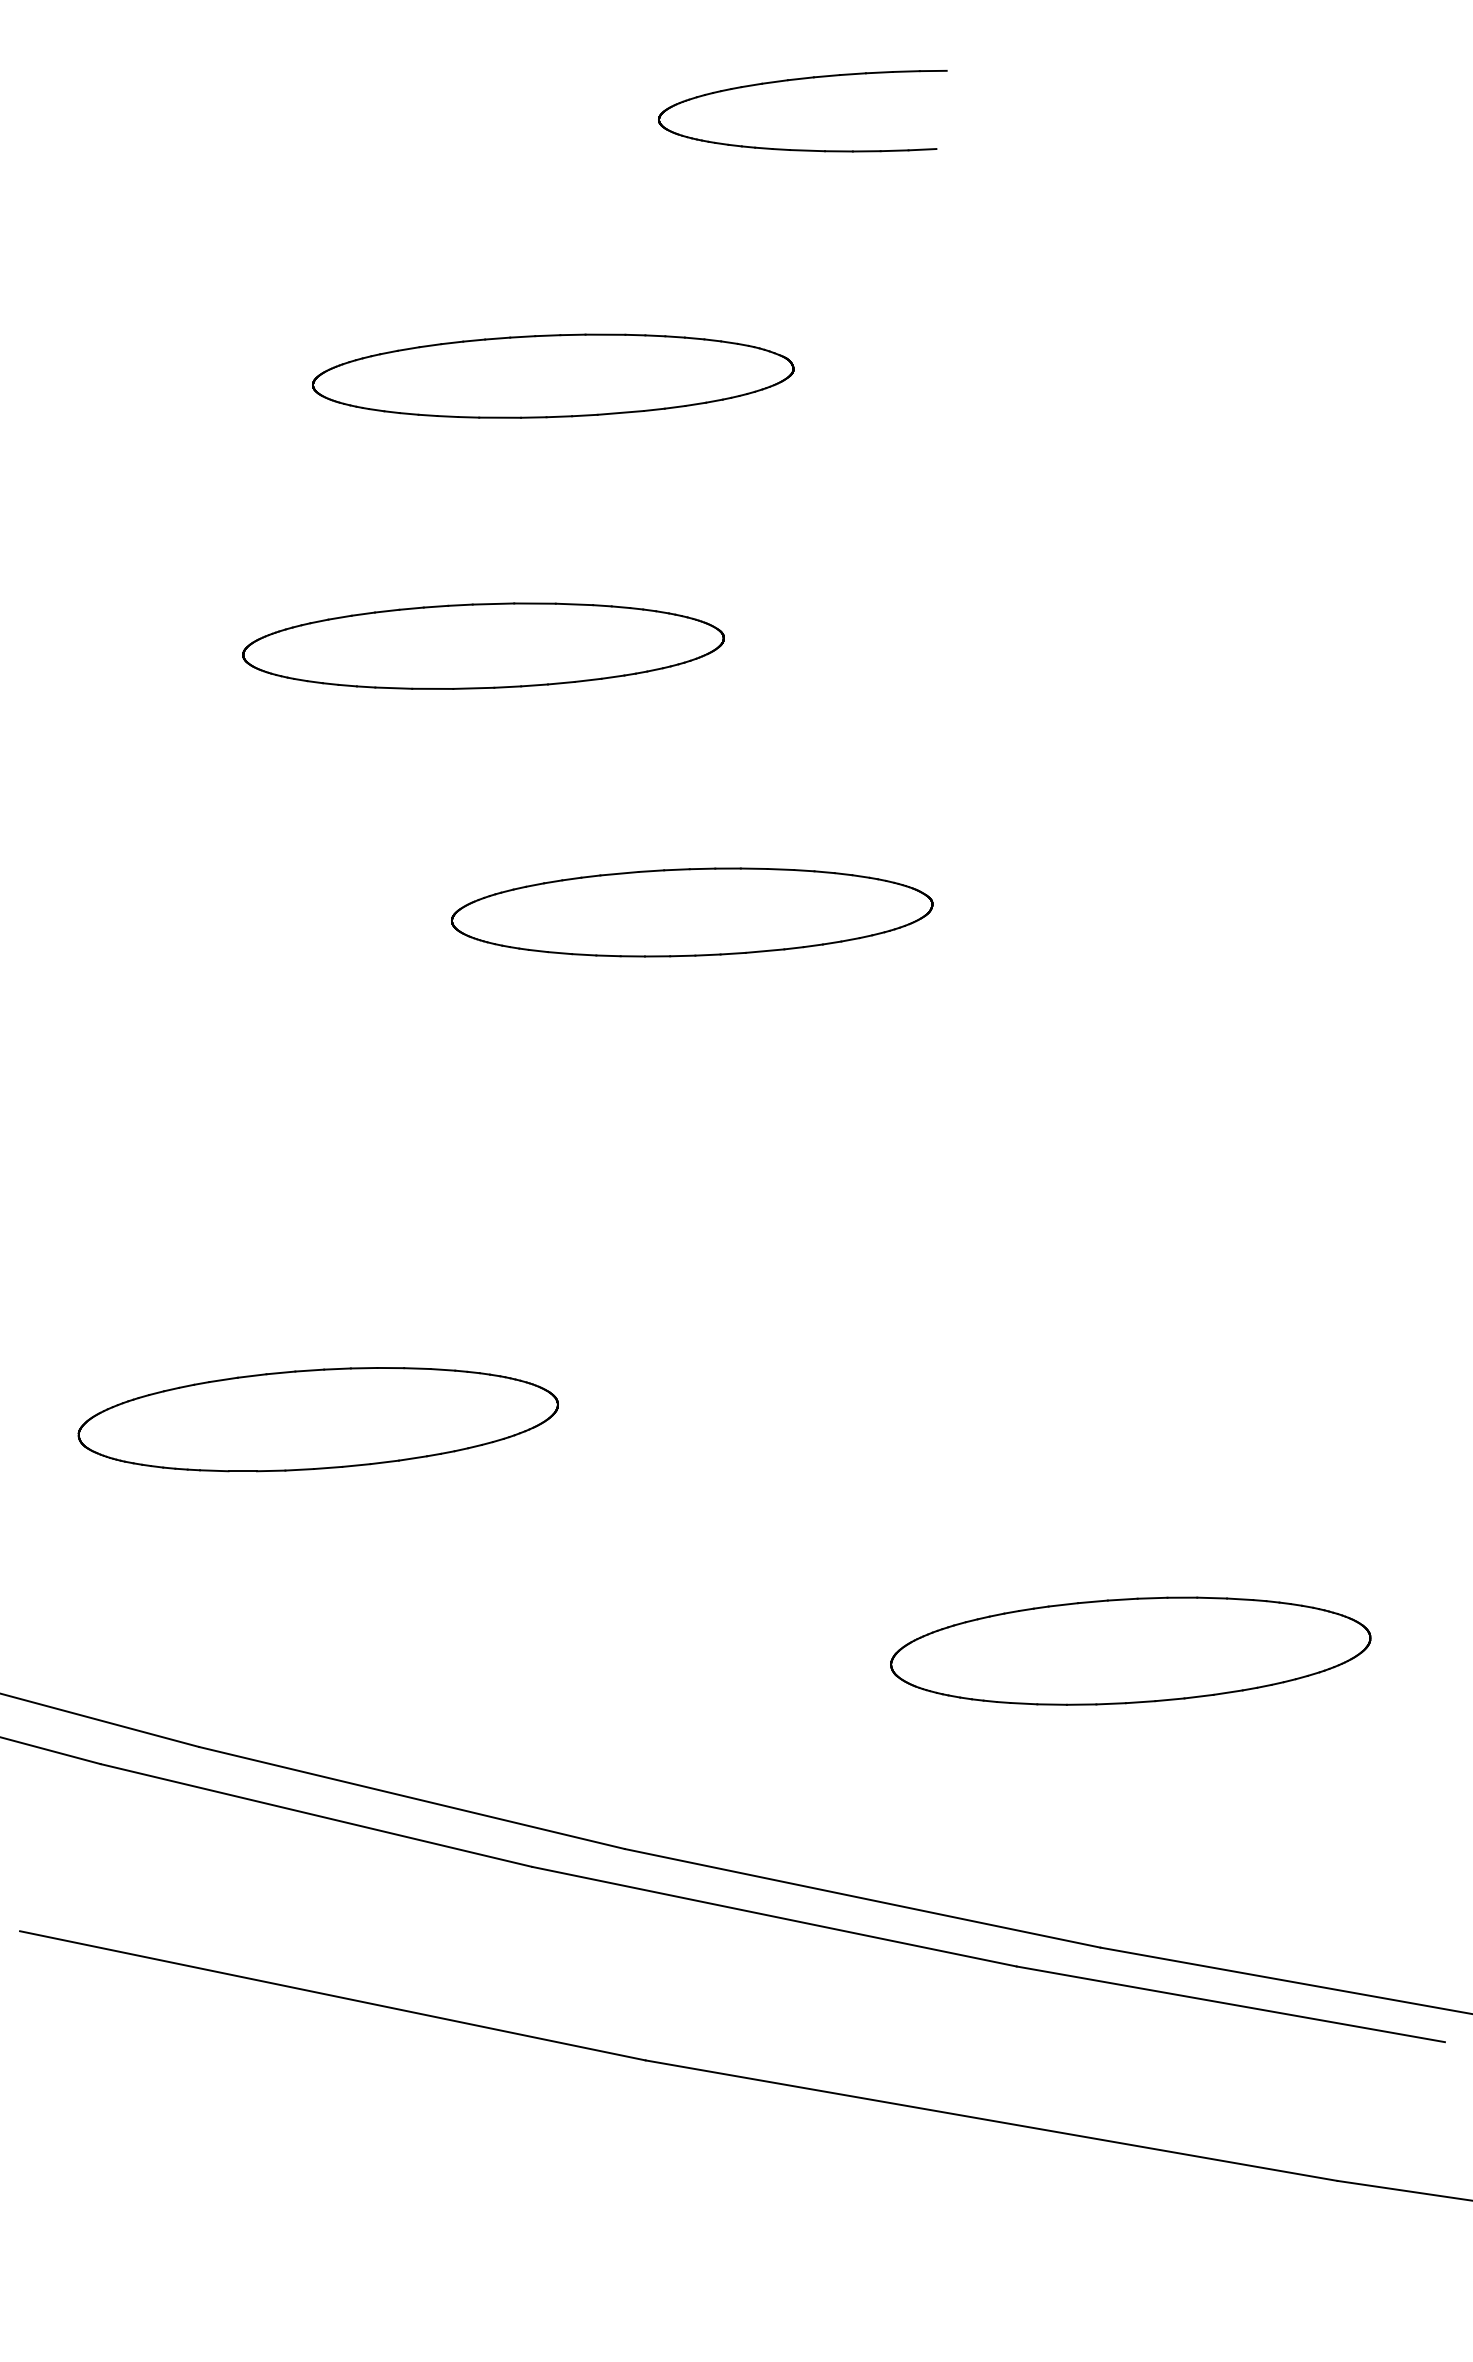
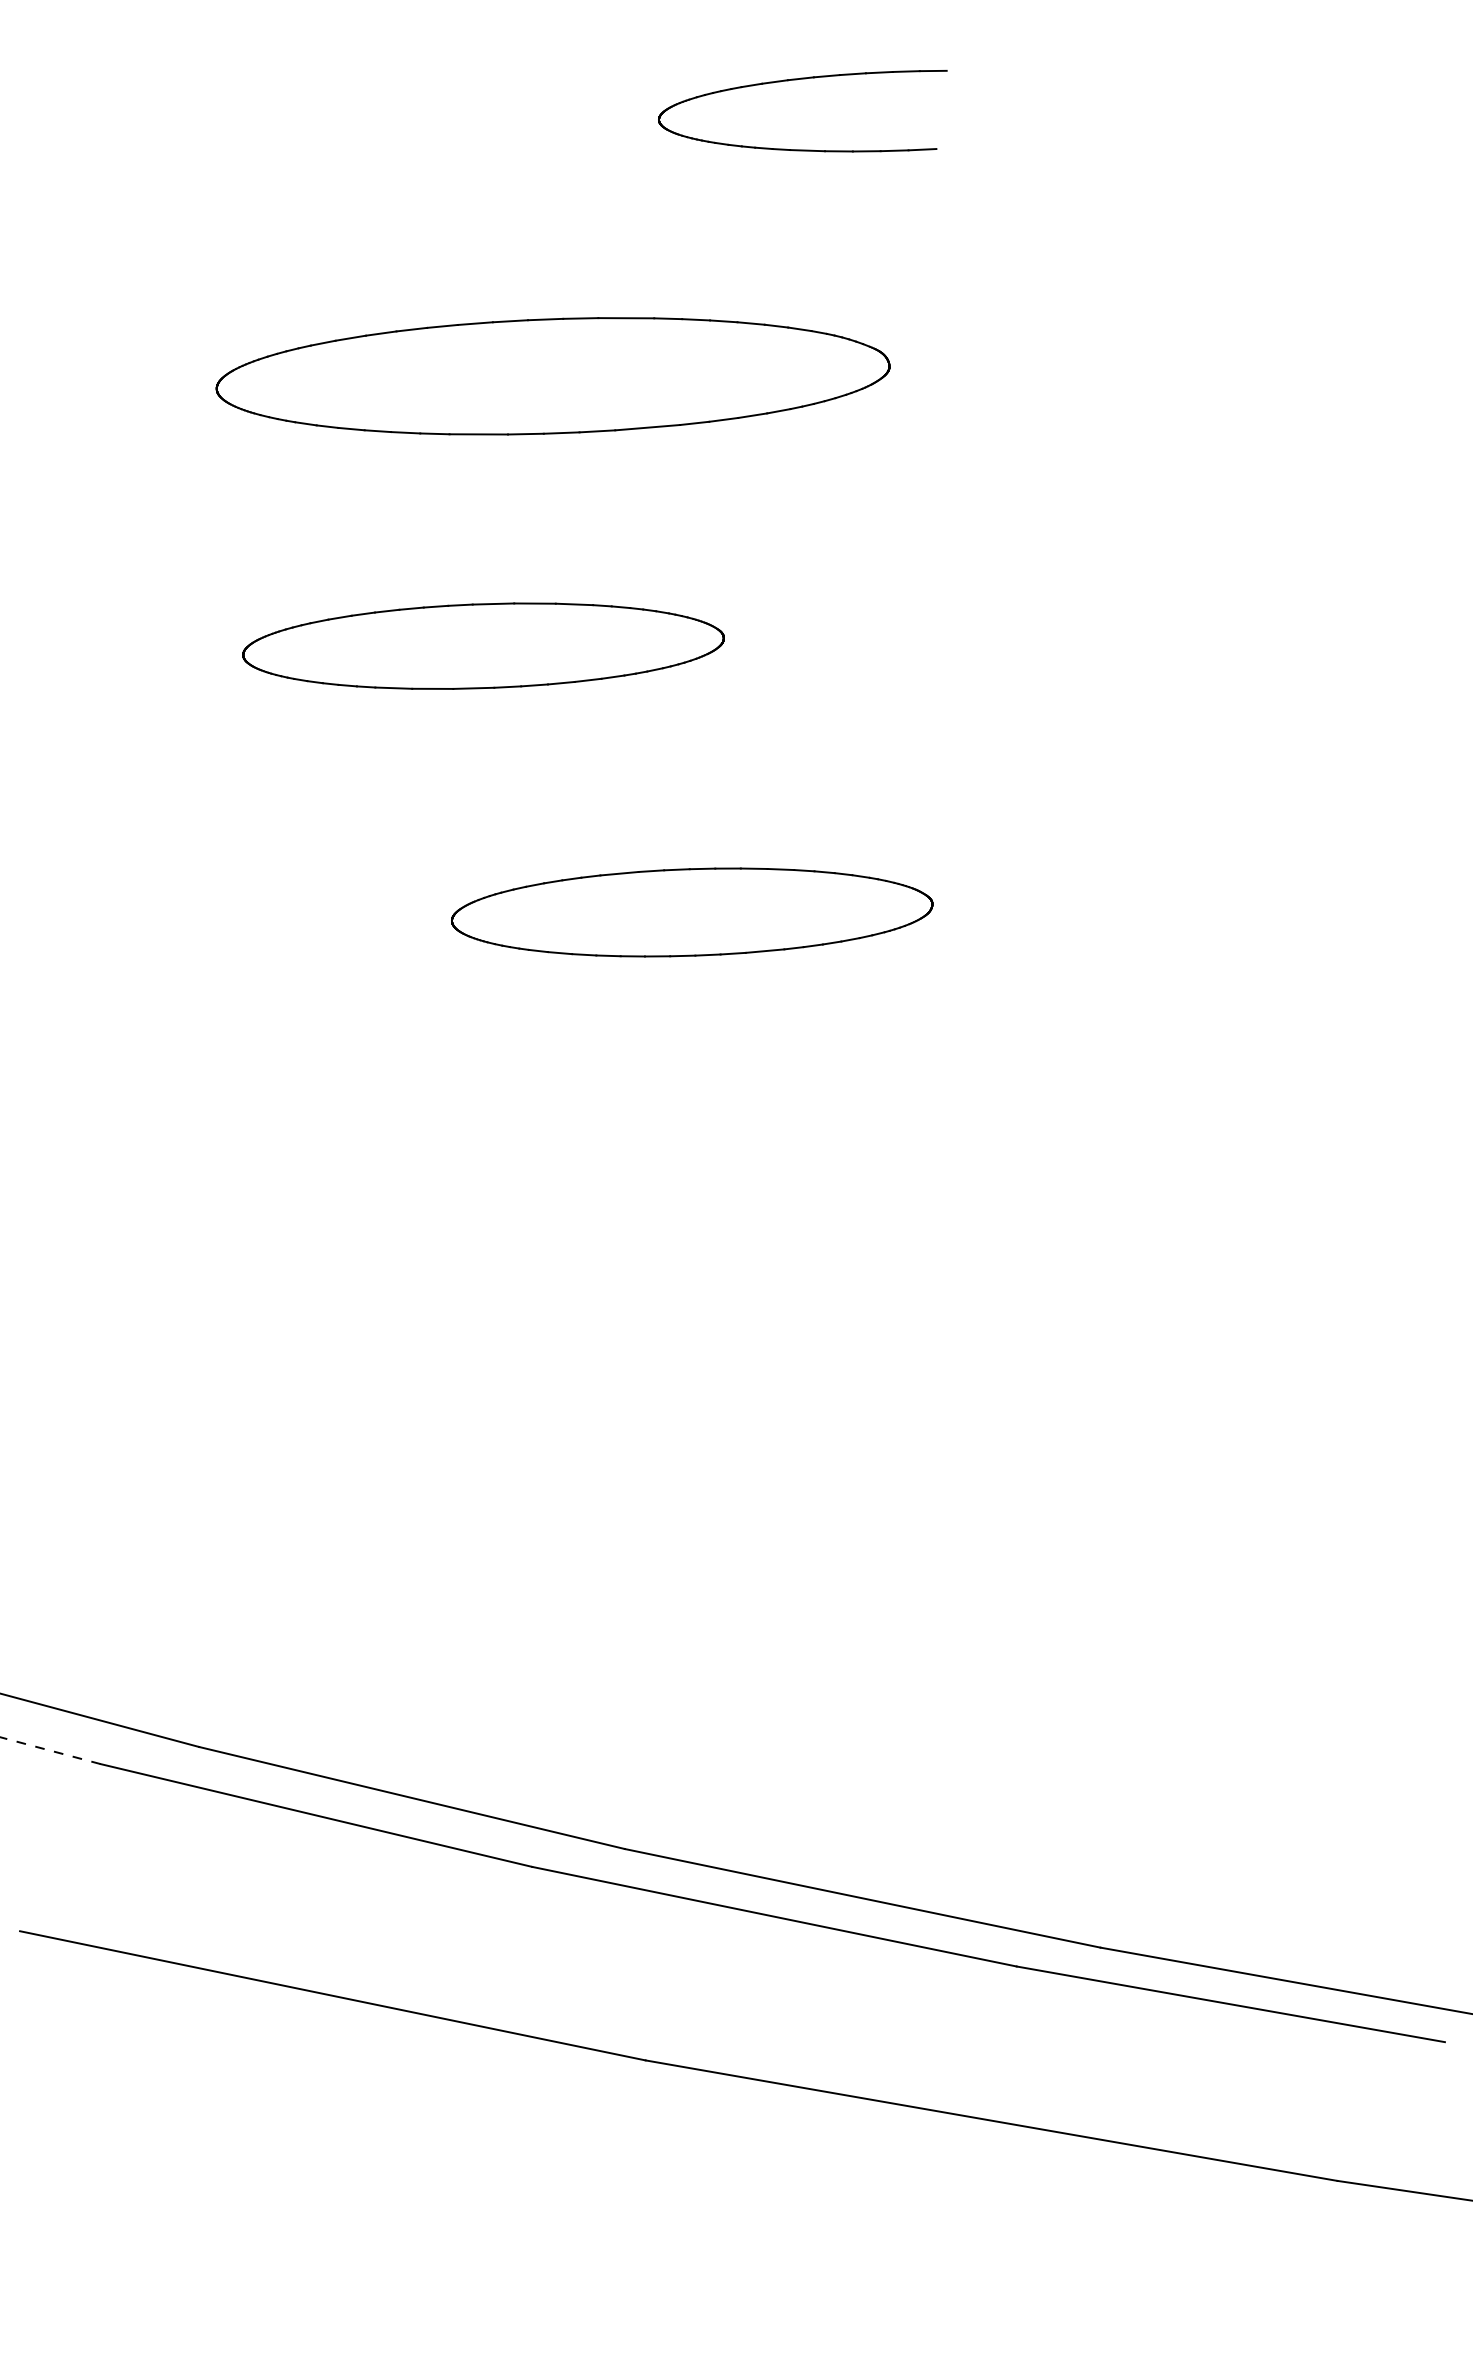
part at (553, 375) size: 483x86 px -> 676x119 px
part at (317, 1419): present -> none
part at (1130, 1650): present -> none
line at (50, 1750): solid -> dashed
